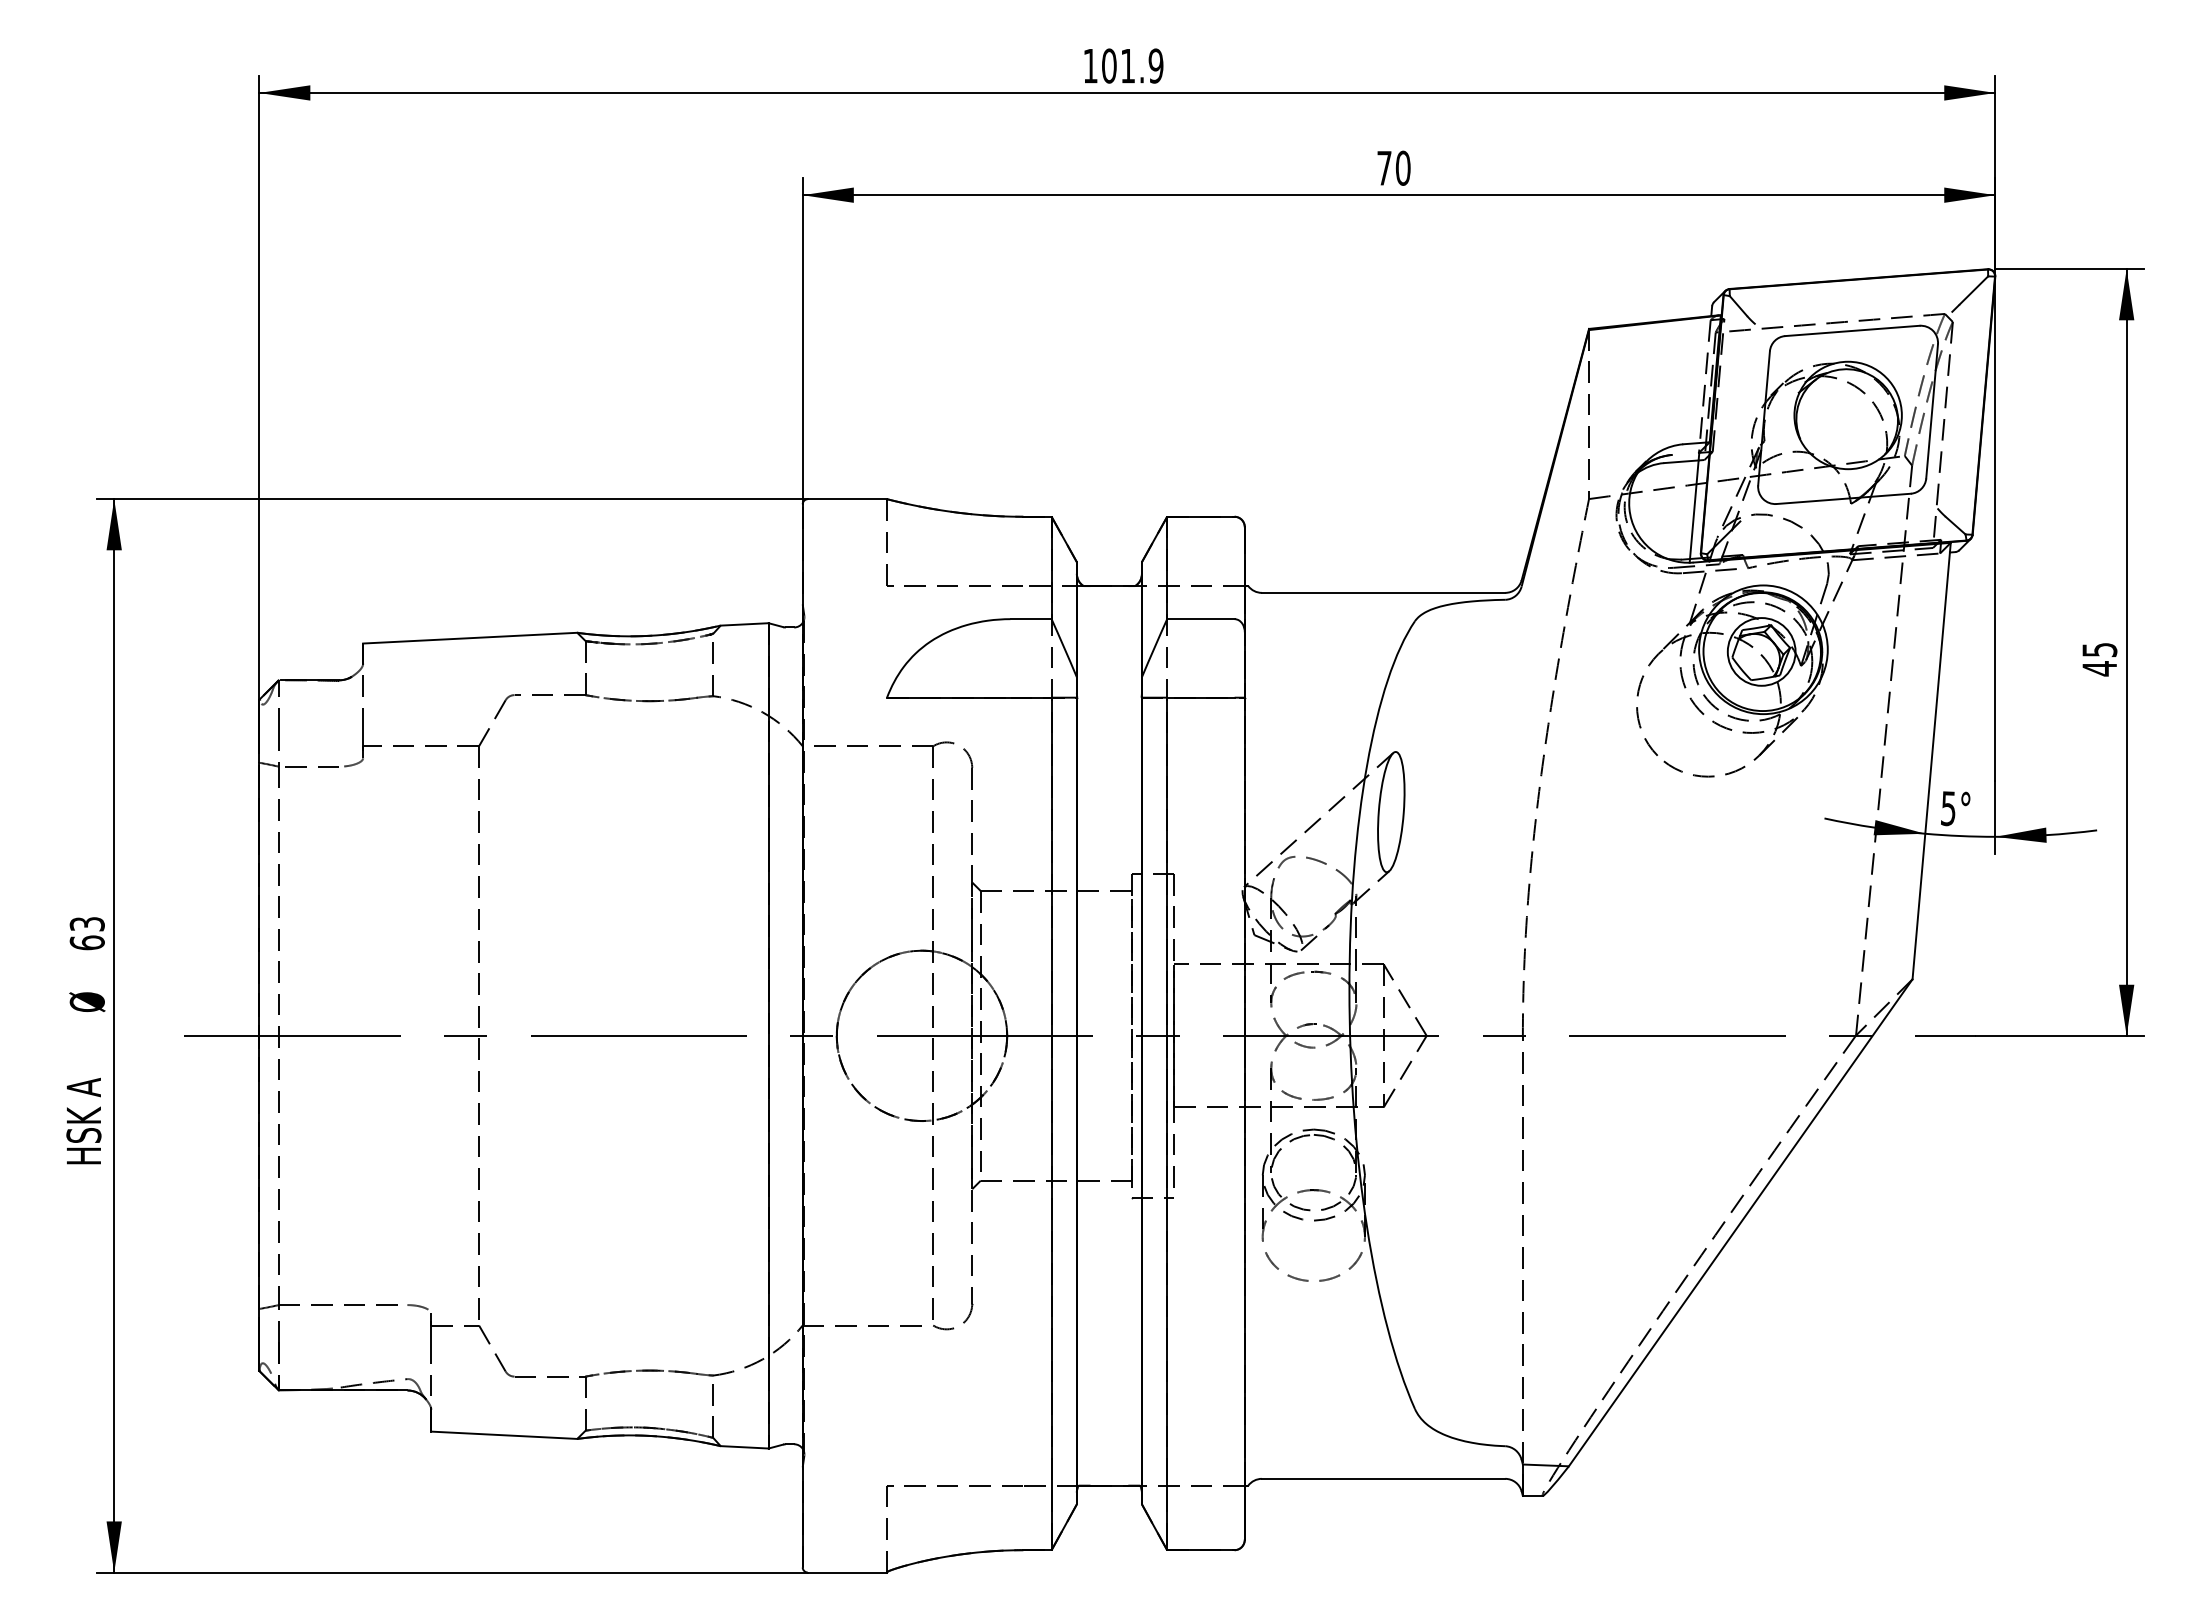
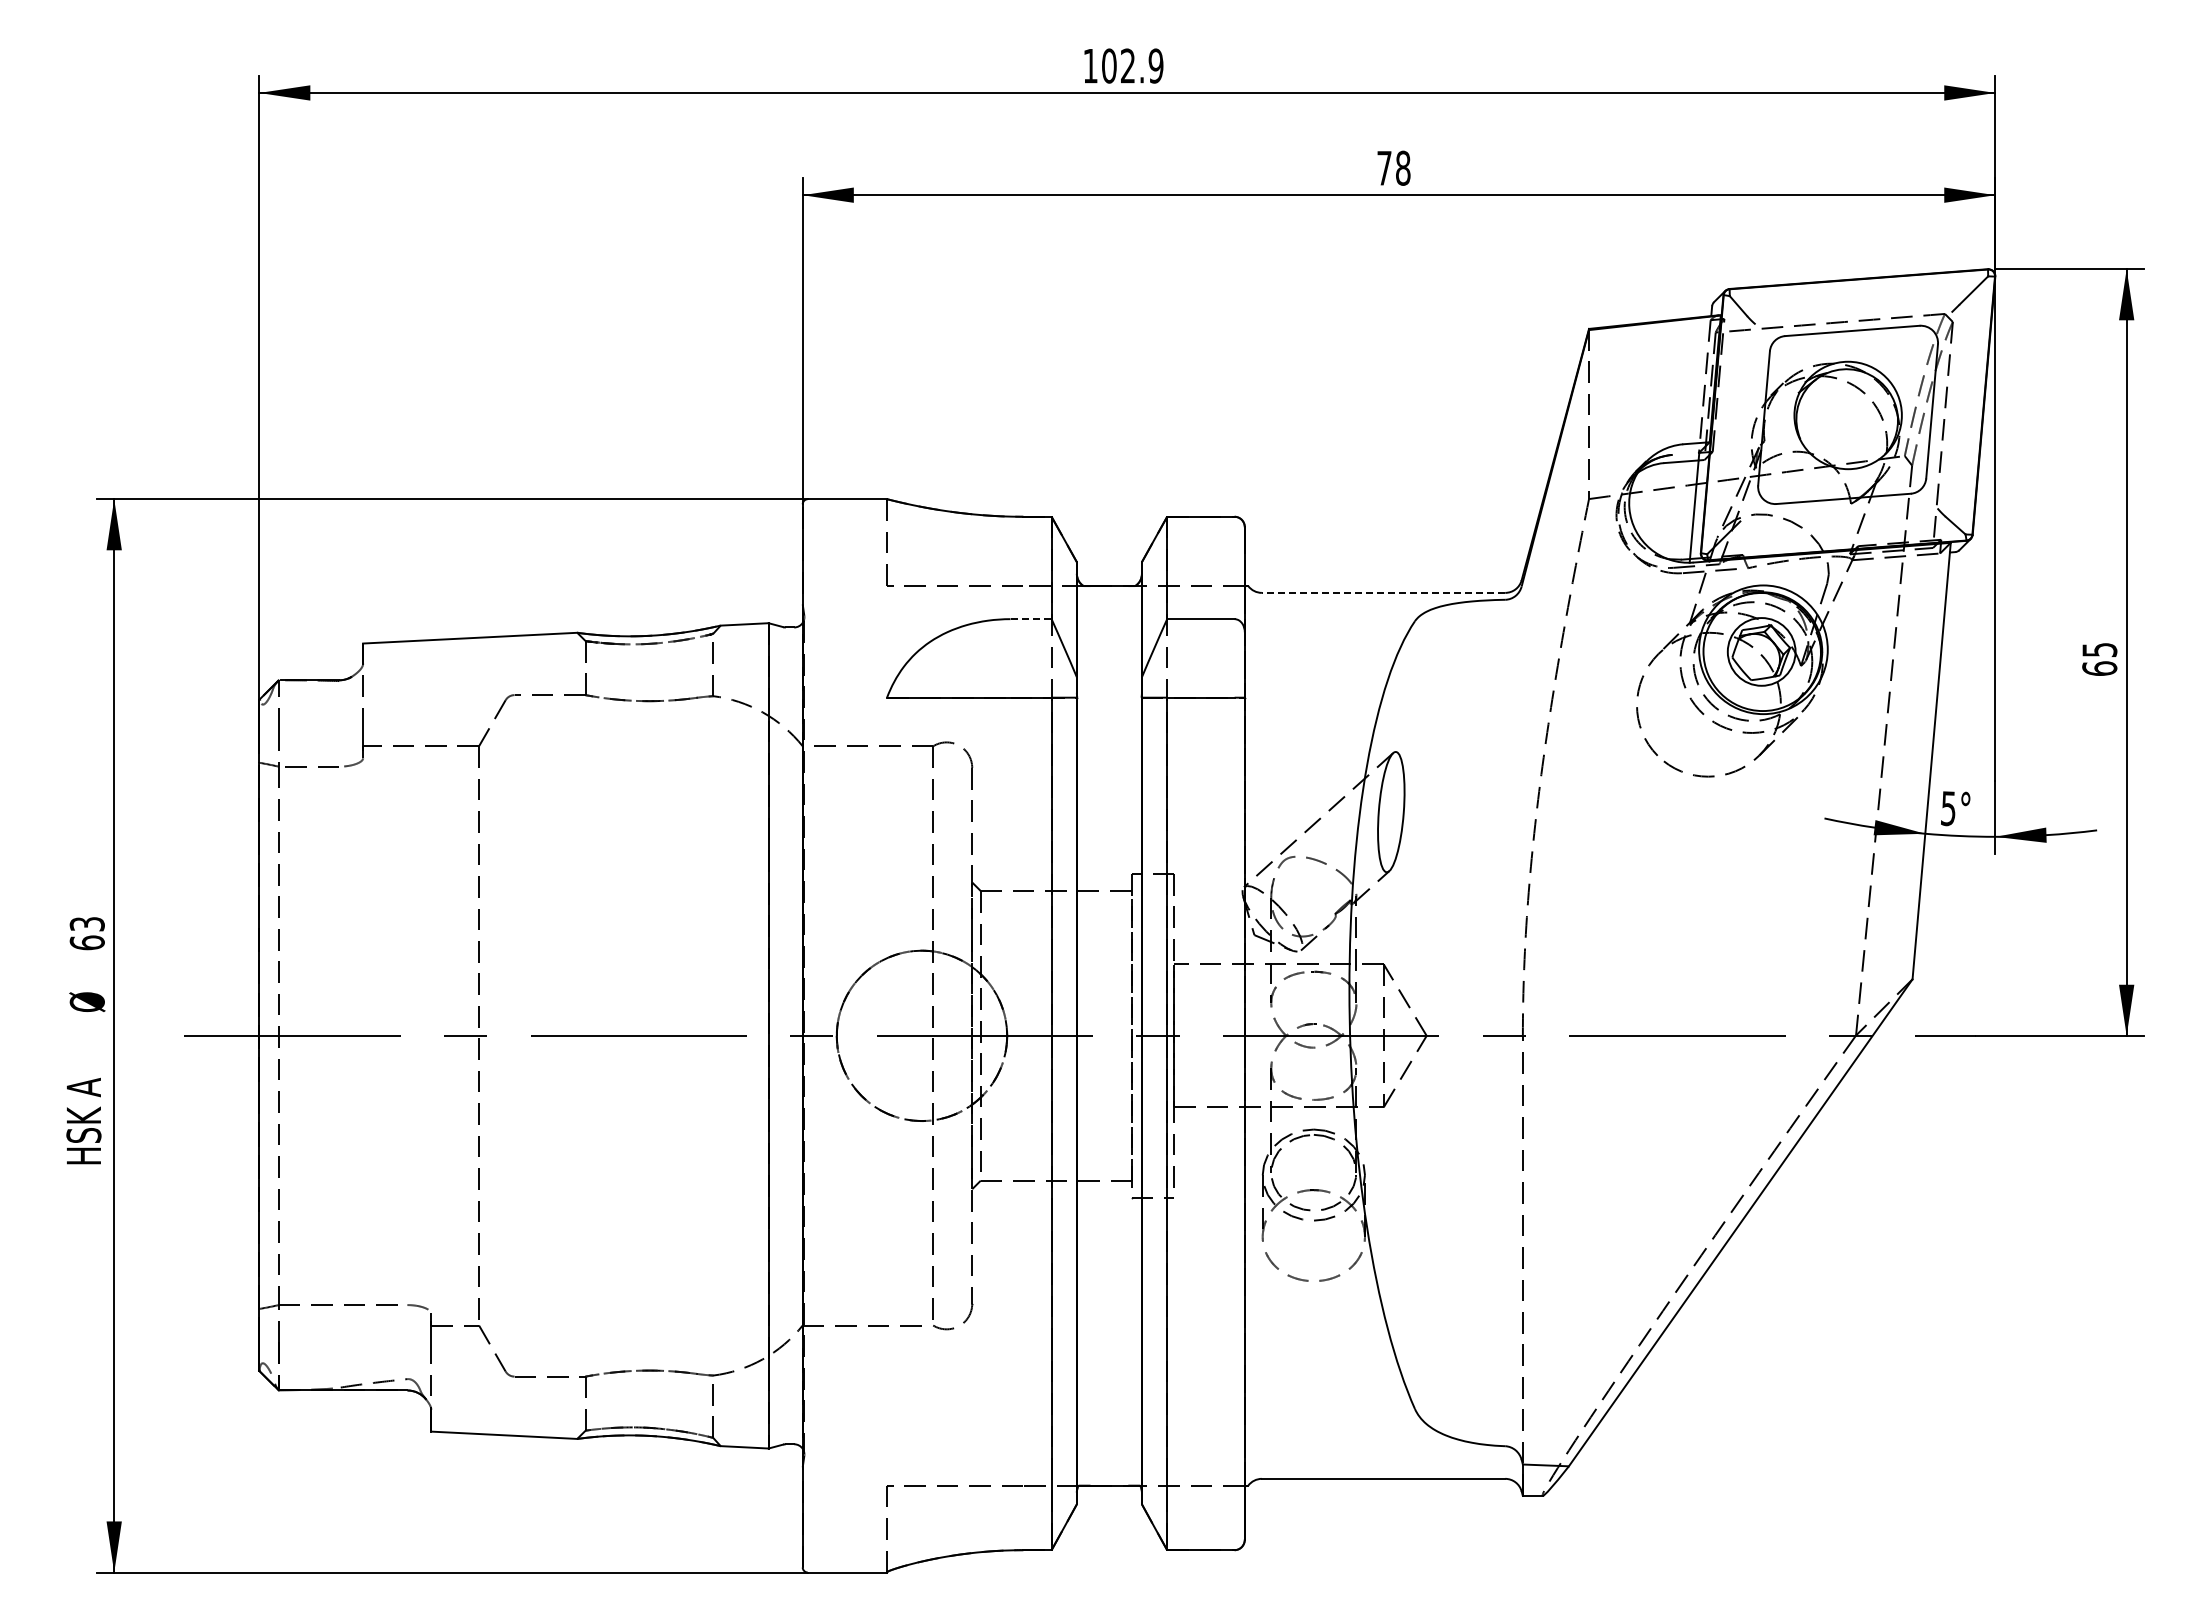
text at (1127, 65): 101.9 -> 102.9
text at (1402, 168): 70 -> 78
line at (1383, 592): solid -> dashed
line at (1031, 619): solid -> dashed
text at (2099, 668): 45 -> 65
